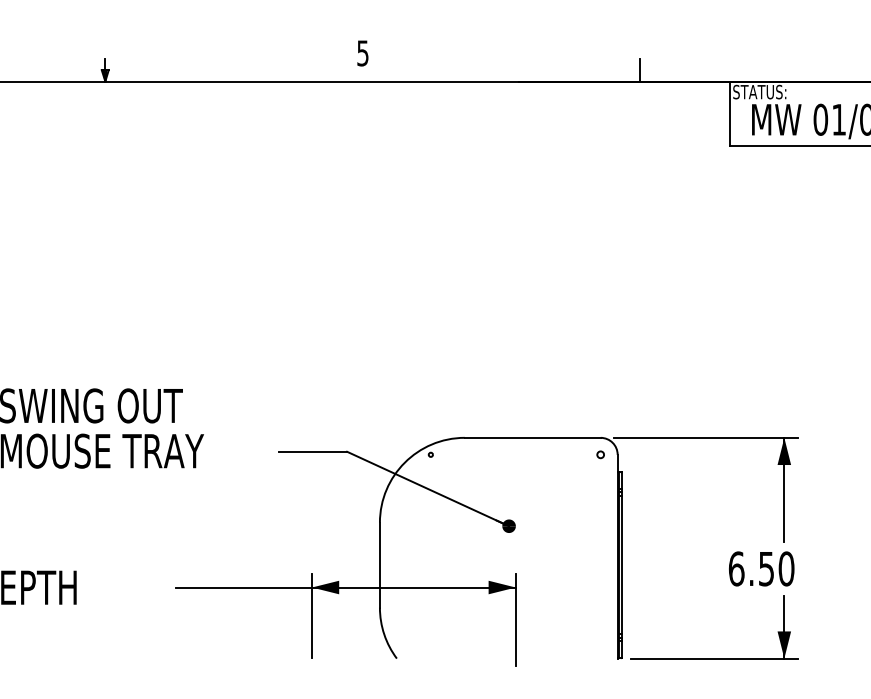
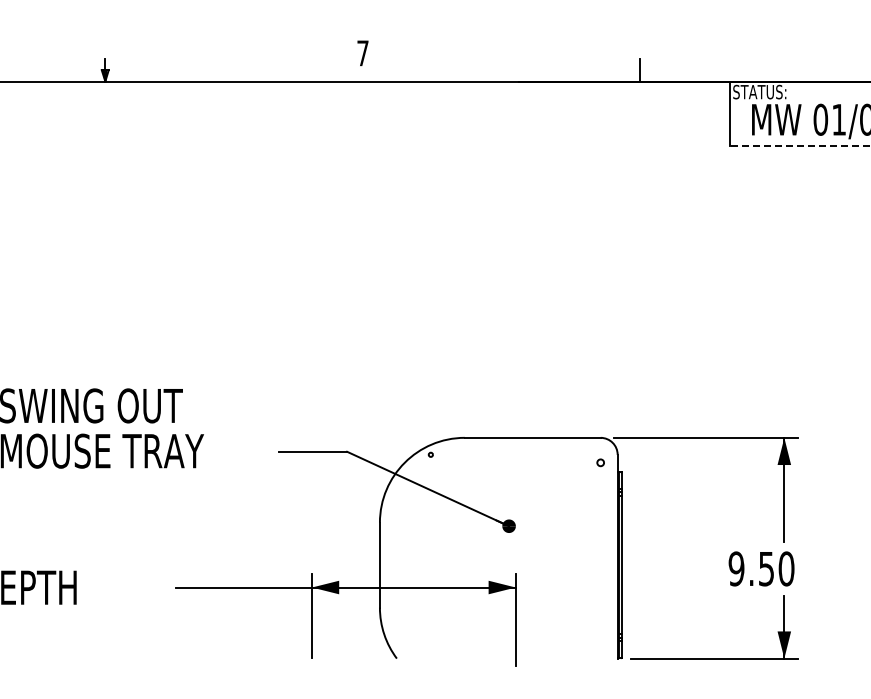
text at (362, 53): 5 -> 7
line at (799, 145): solid -> dashed
circle at (600, 454) position: (600, 454) -> (600, 462)
text at (736, 568): 6.50 -> 9.50
